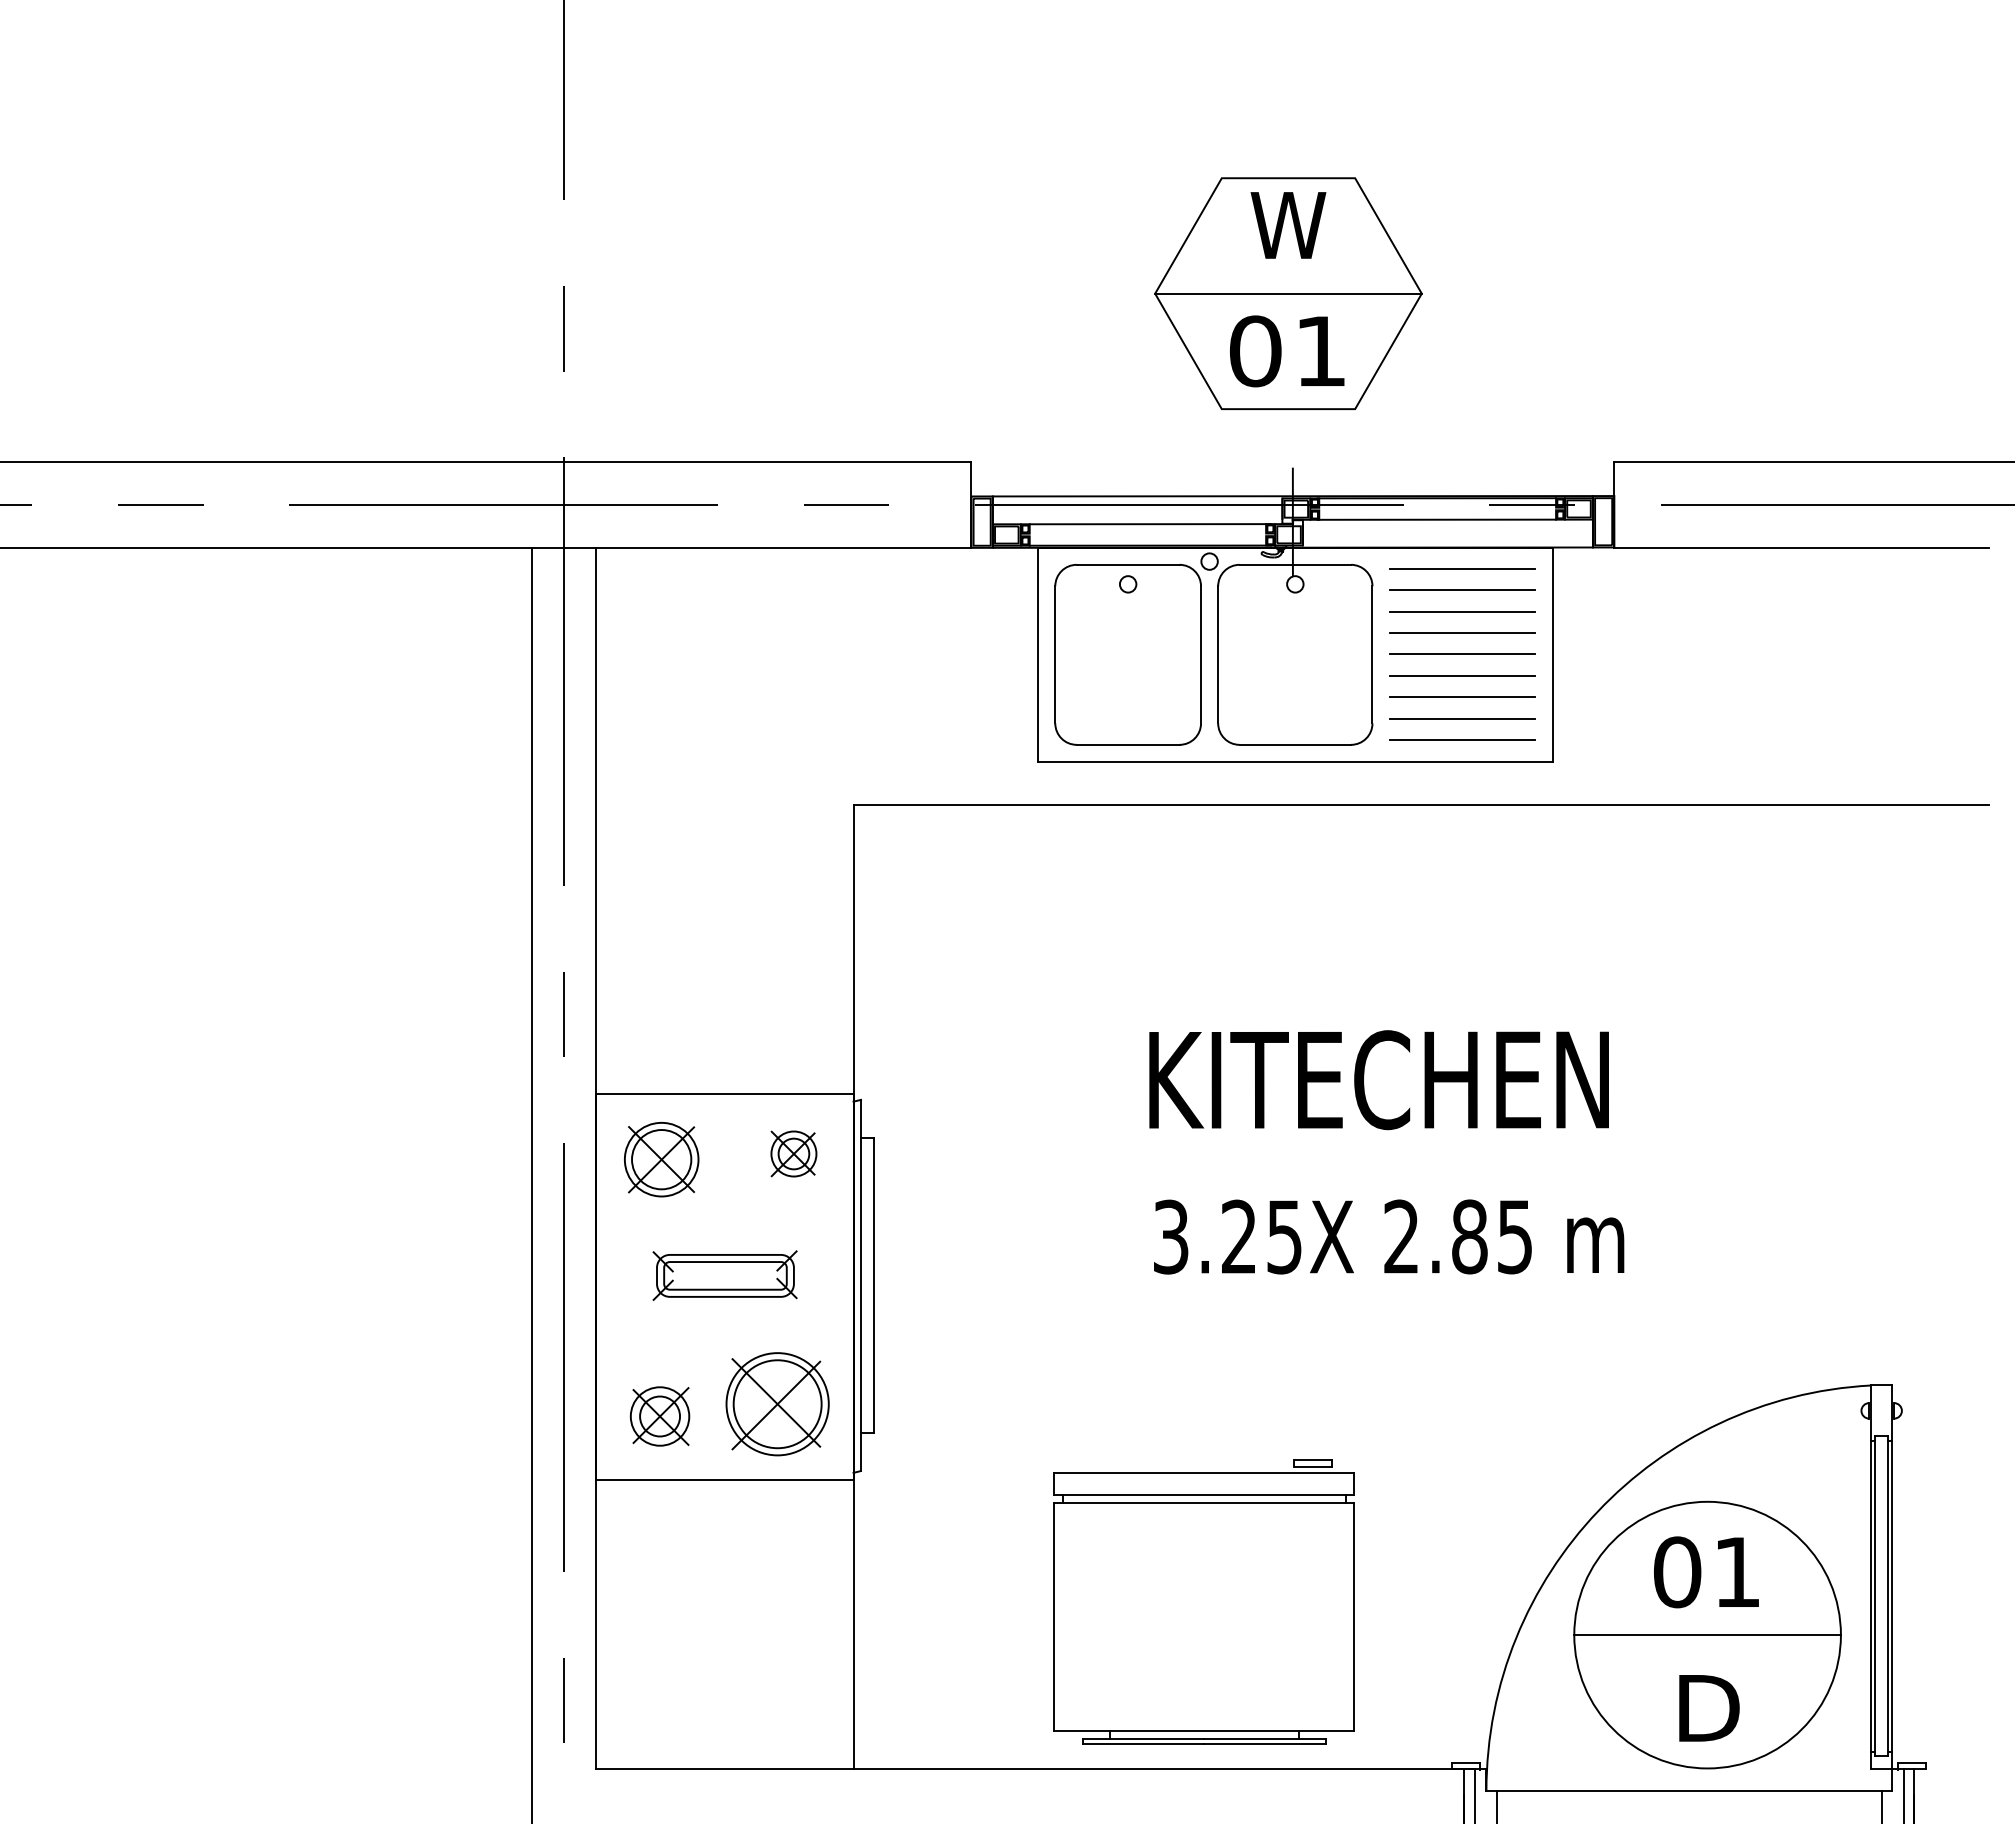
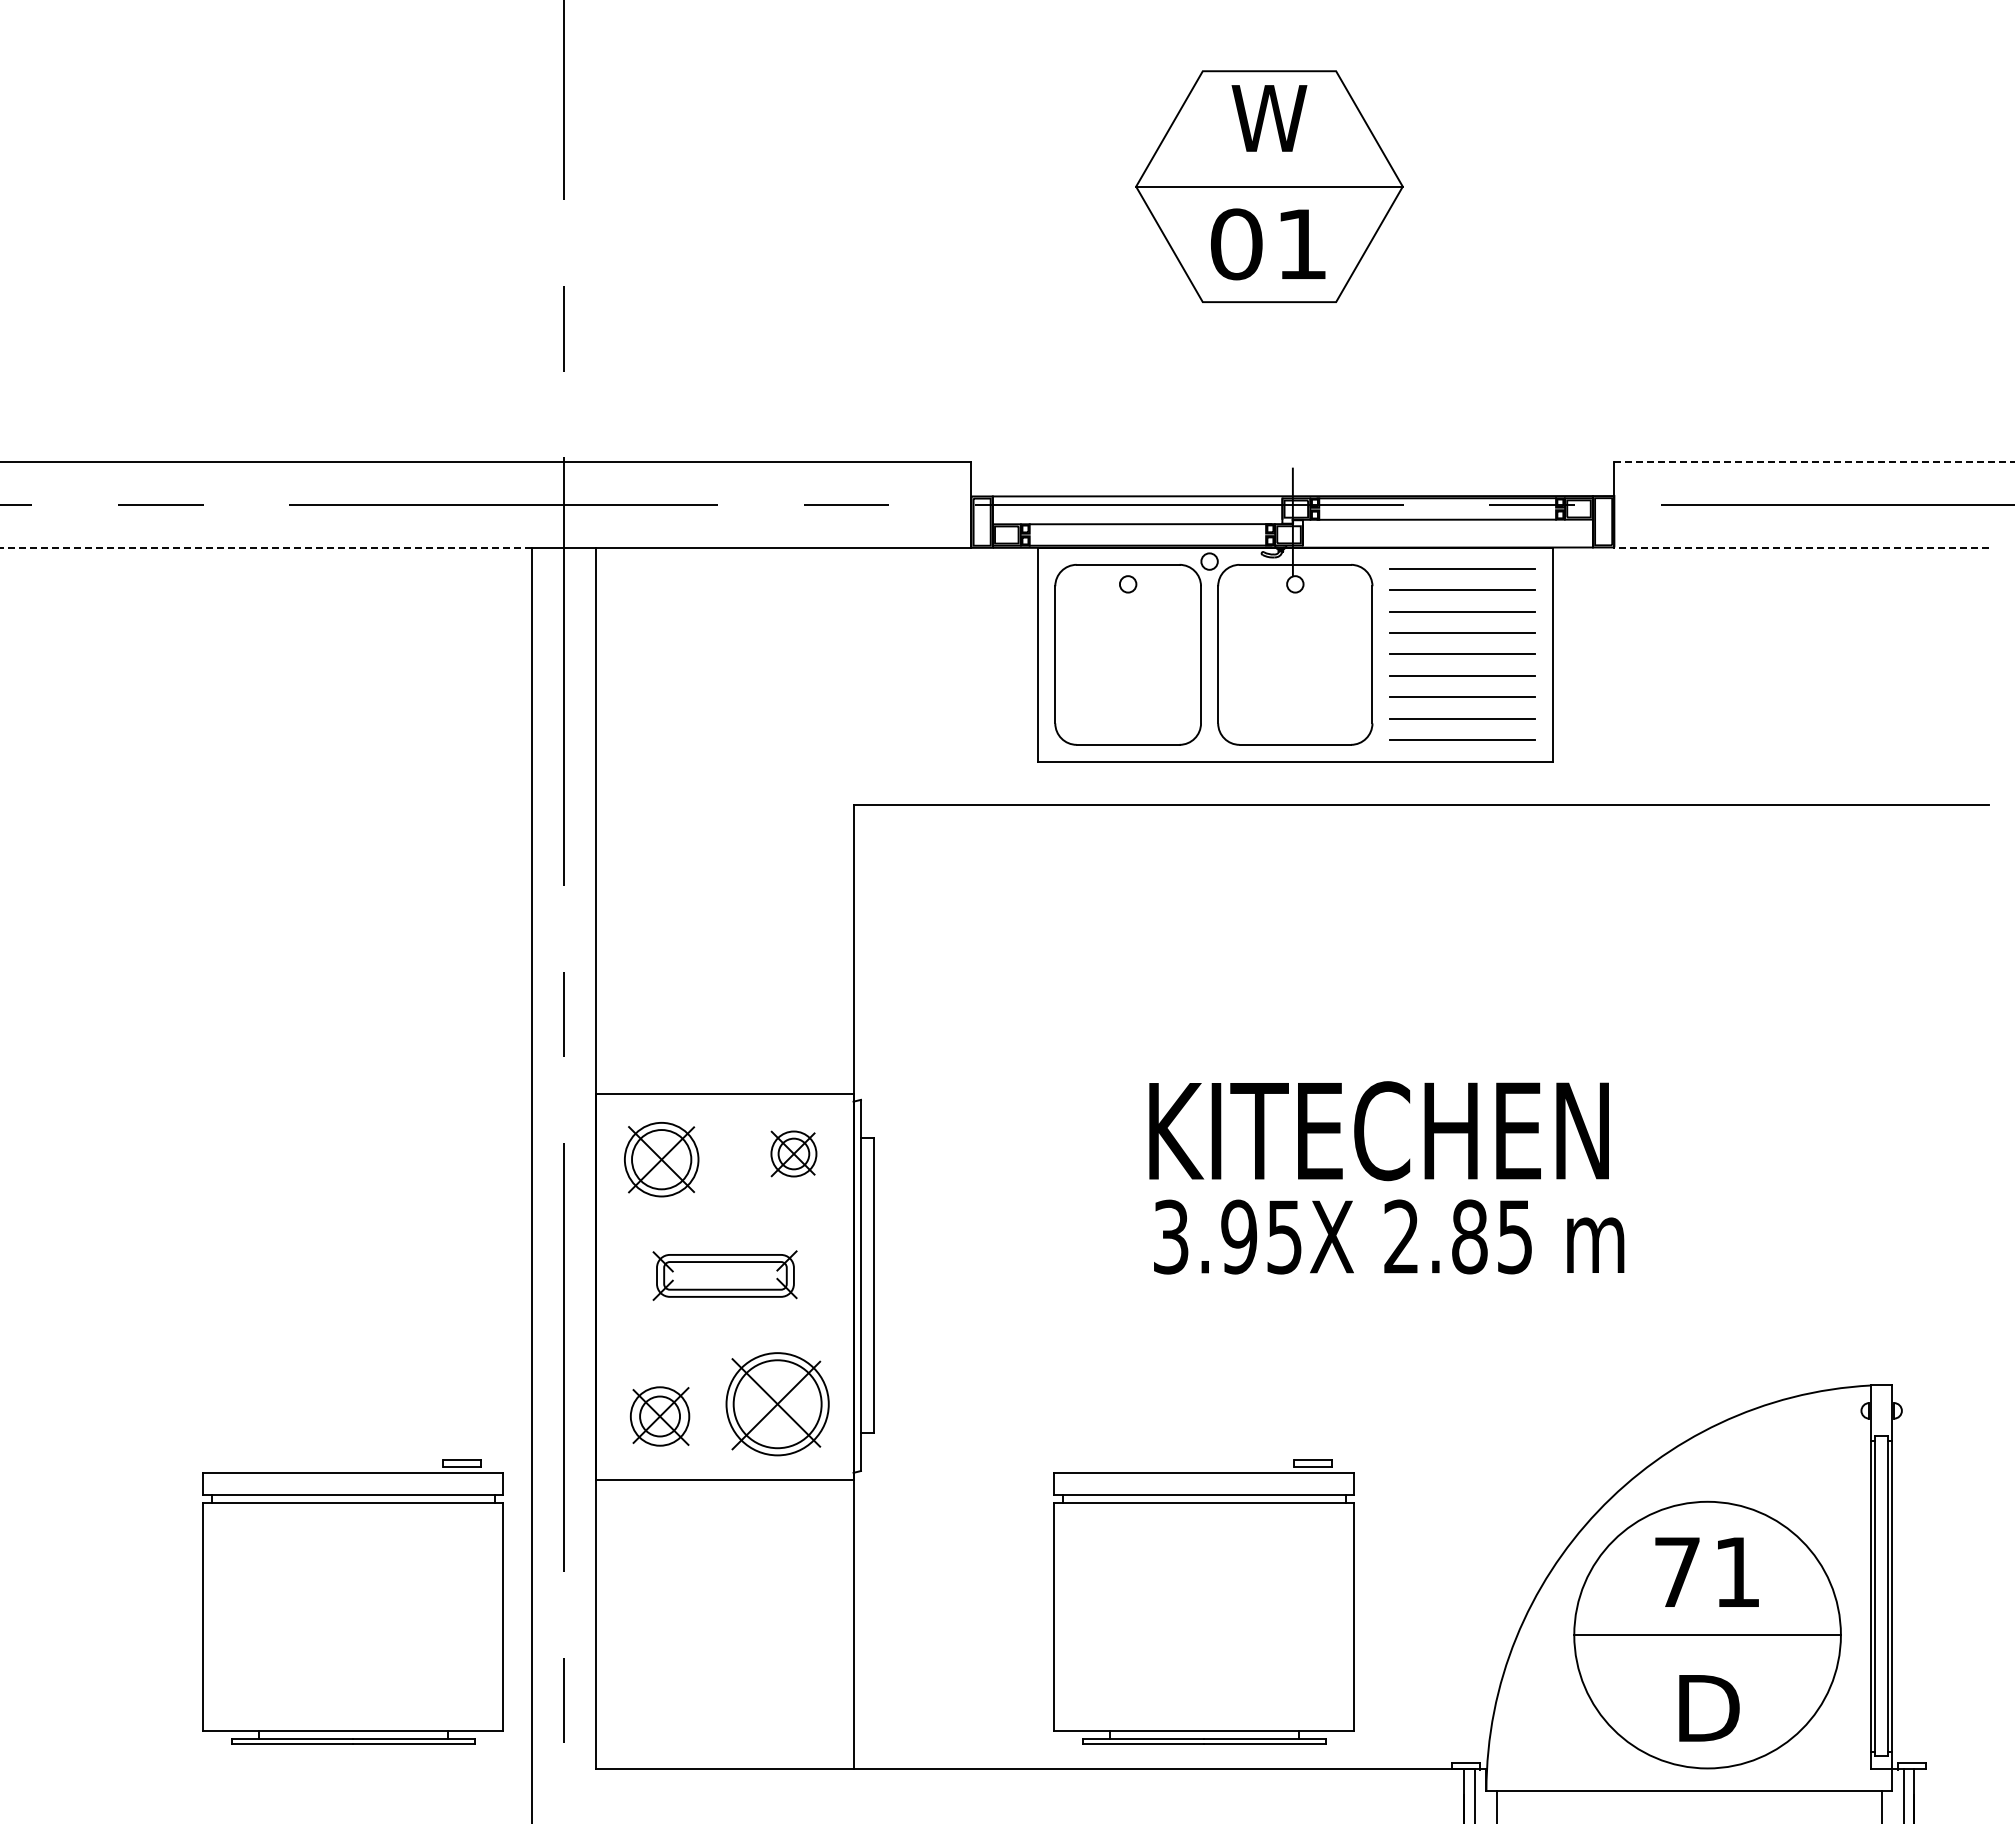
part at (1288, 293) position: (1288, 293) -> (1269, 186)
line at (1814, 462): solid -> dashed
line at (266, 547): solid -> dashed
line at (1801, 547): solid -> dashed
text at (1378, 1080) position: (1378, 1080) -> (1378, 1131)
text at (1239, 1236): 3.25X -> 3.95X
text at (1677, 1572): 01 -> 71
part at (352, 1601): none -> present
